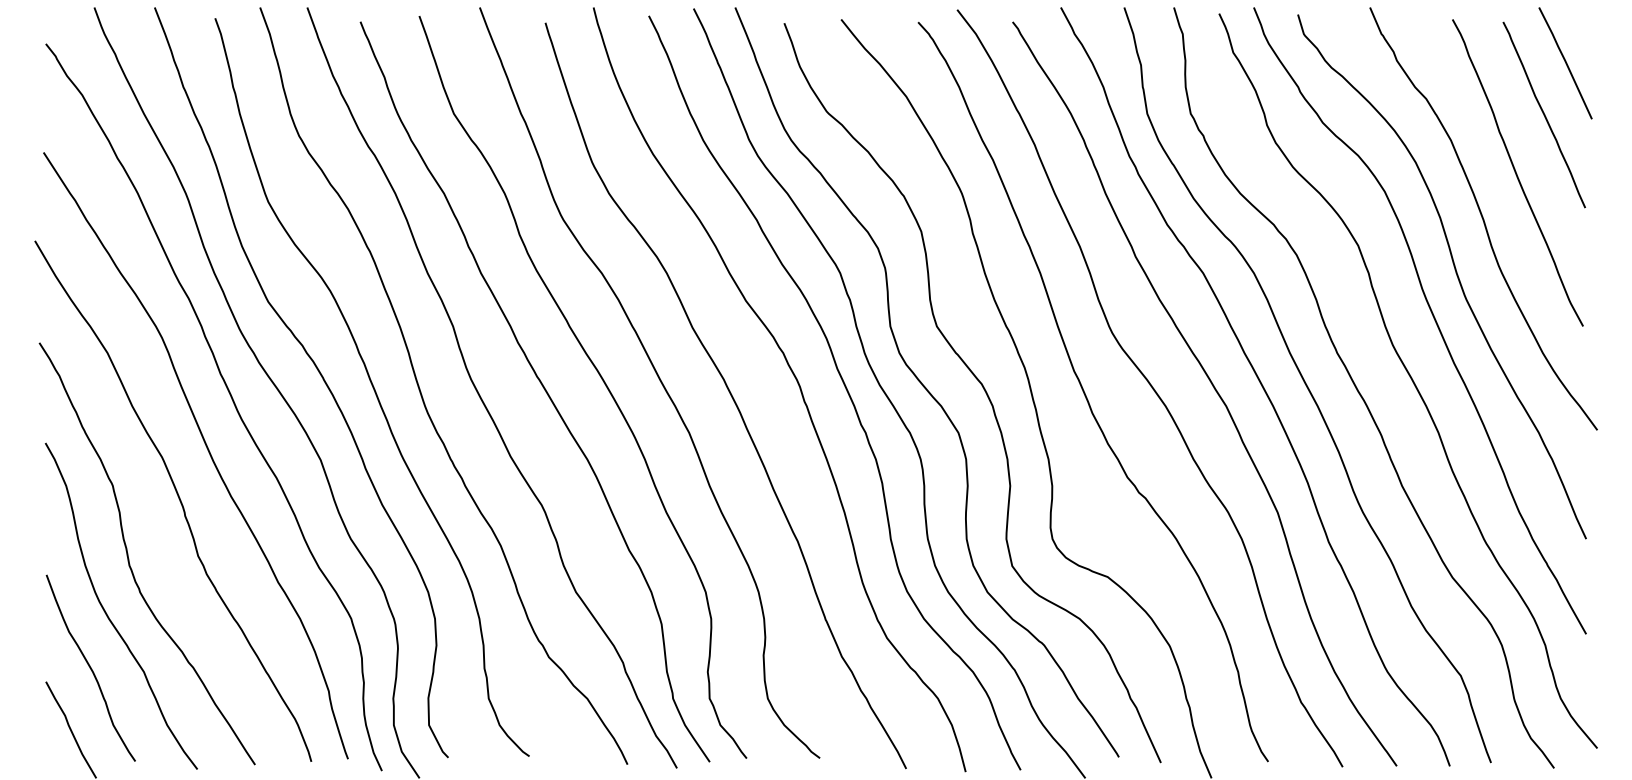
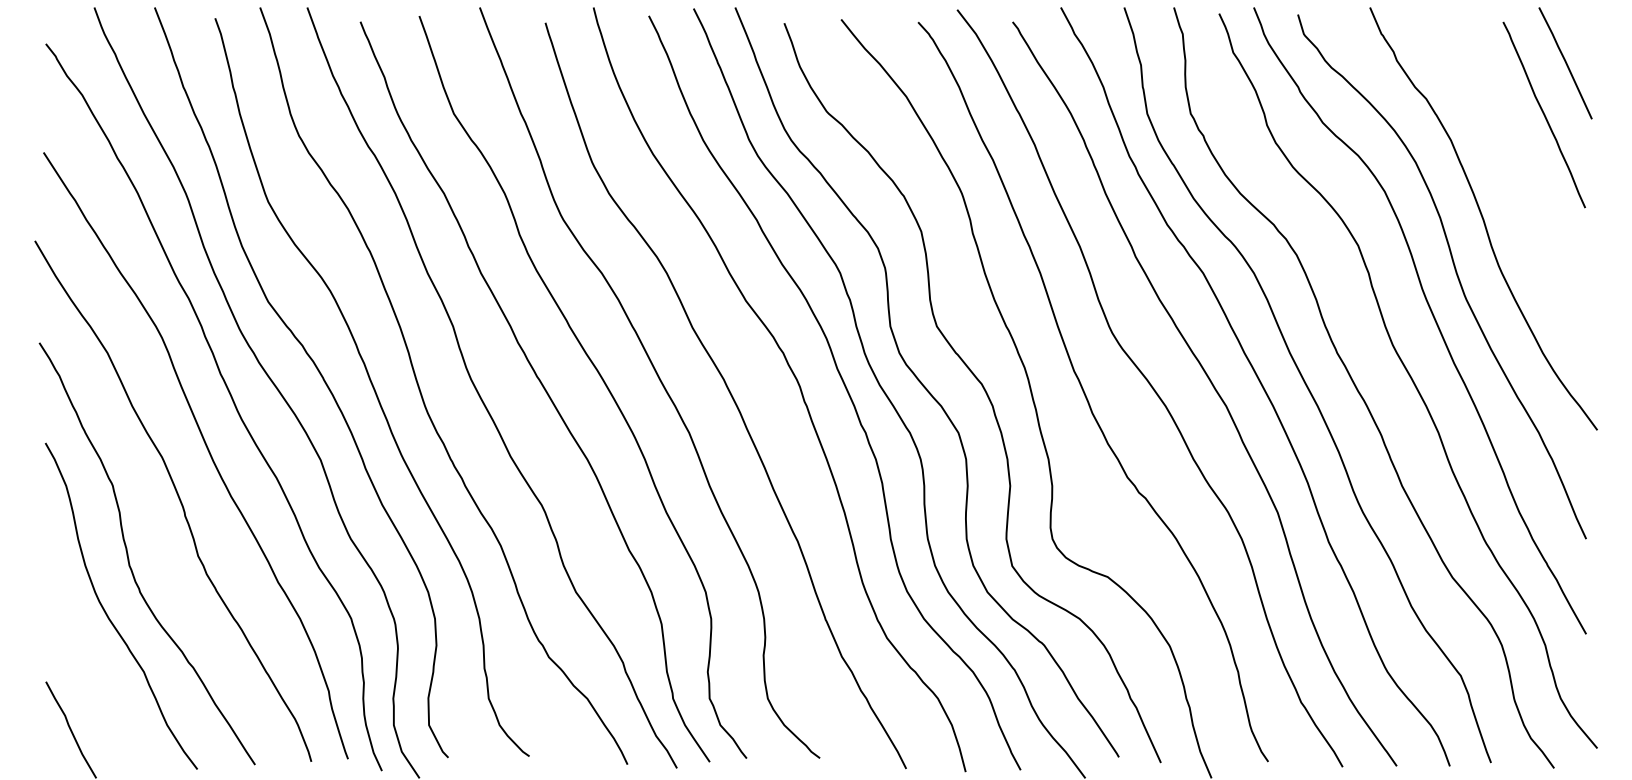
curve at (1516, 172): present -> none
curve at (90, 667): present -> none
